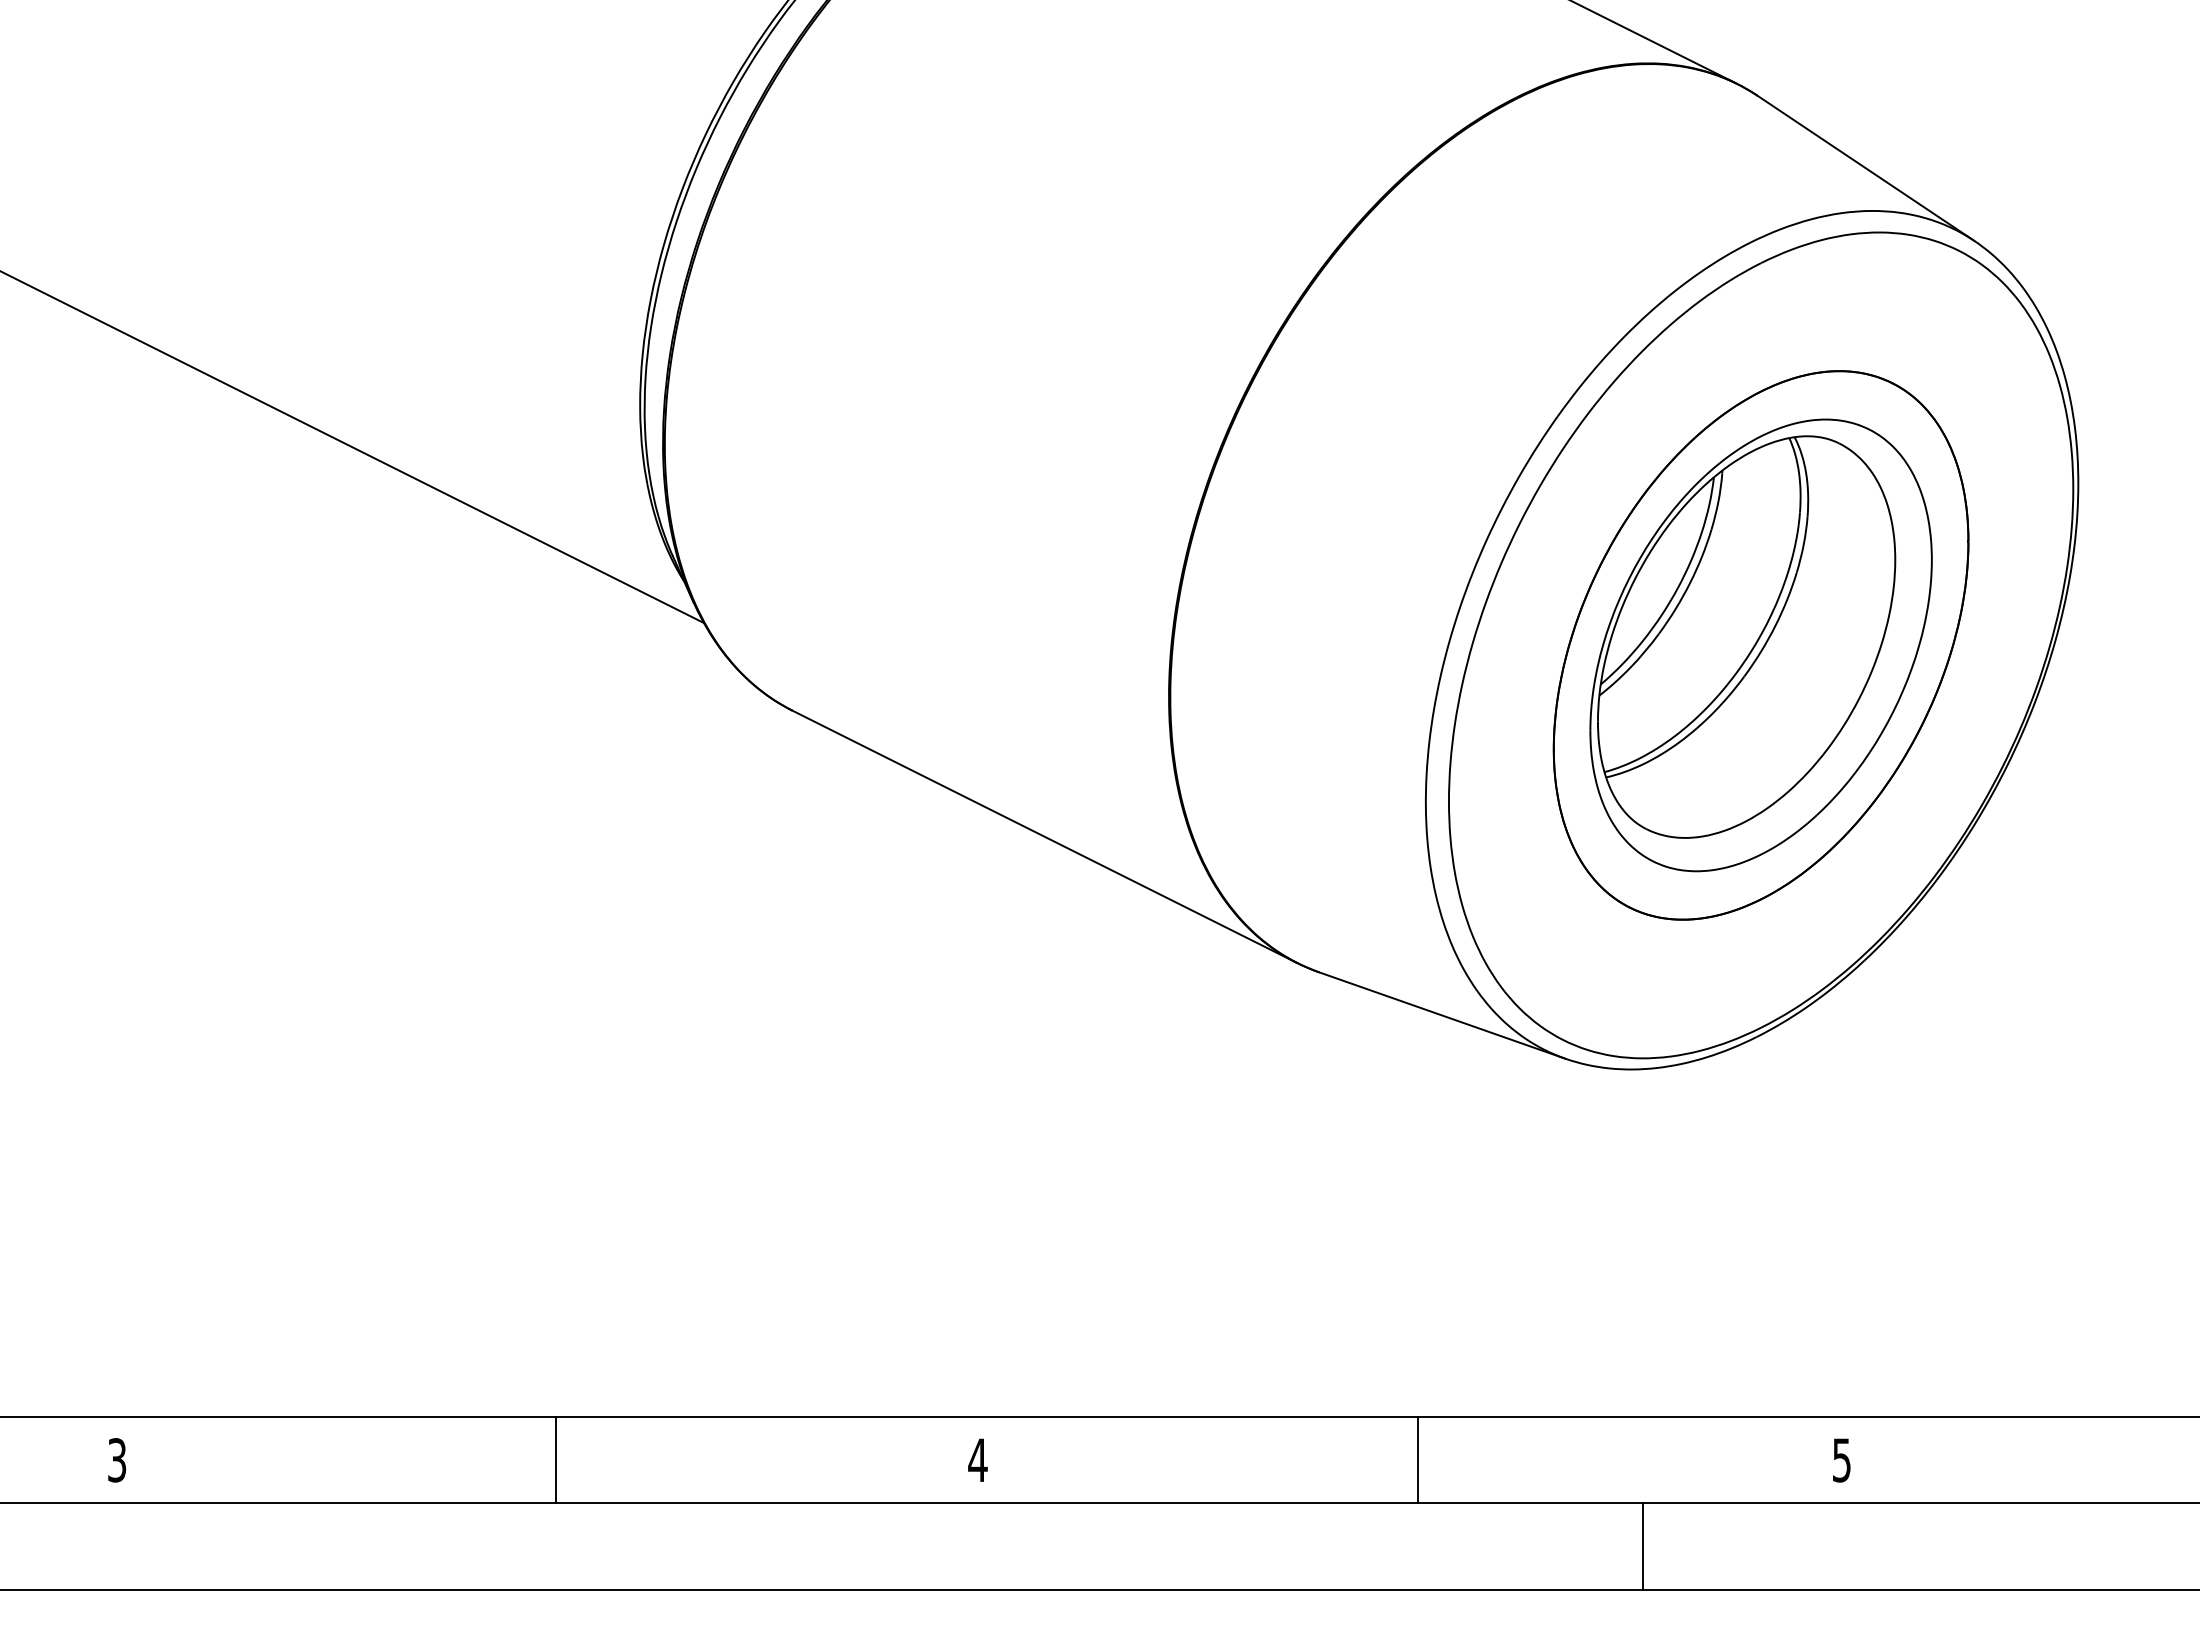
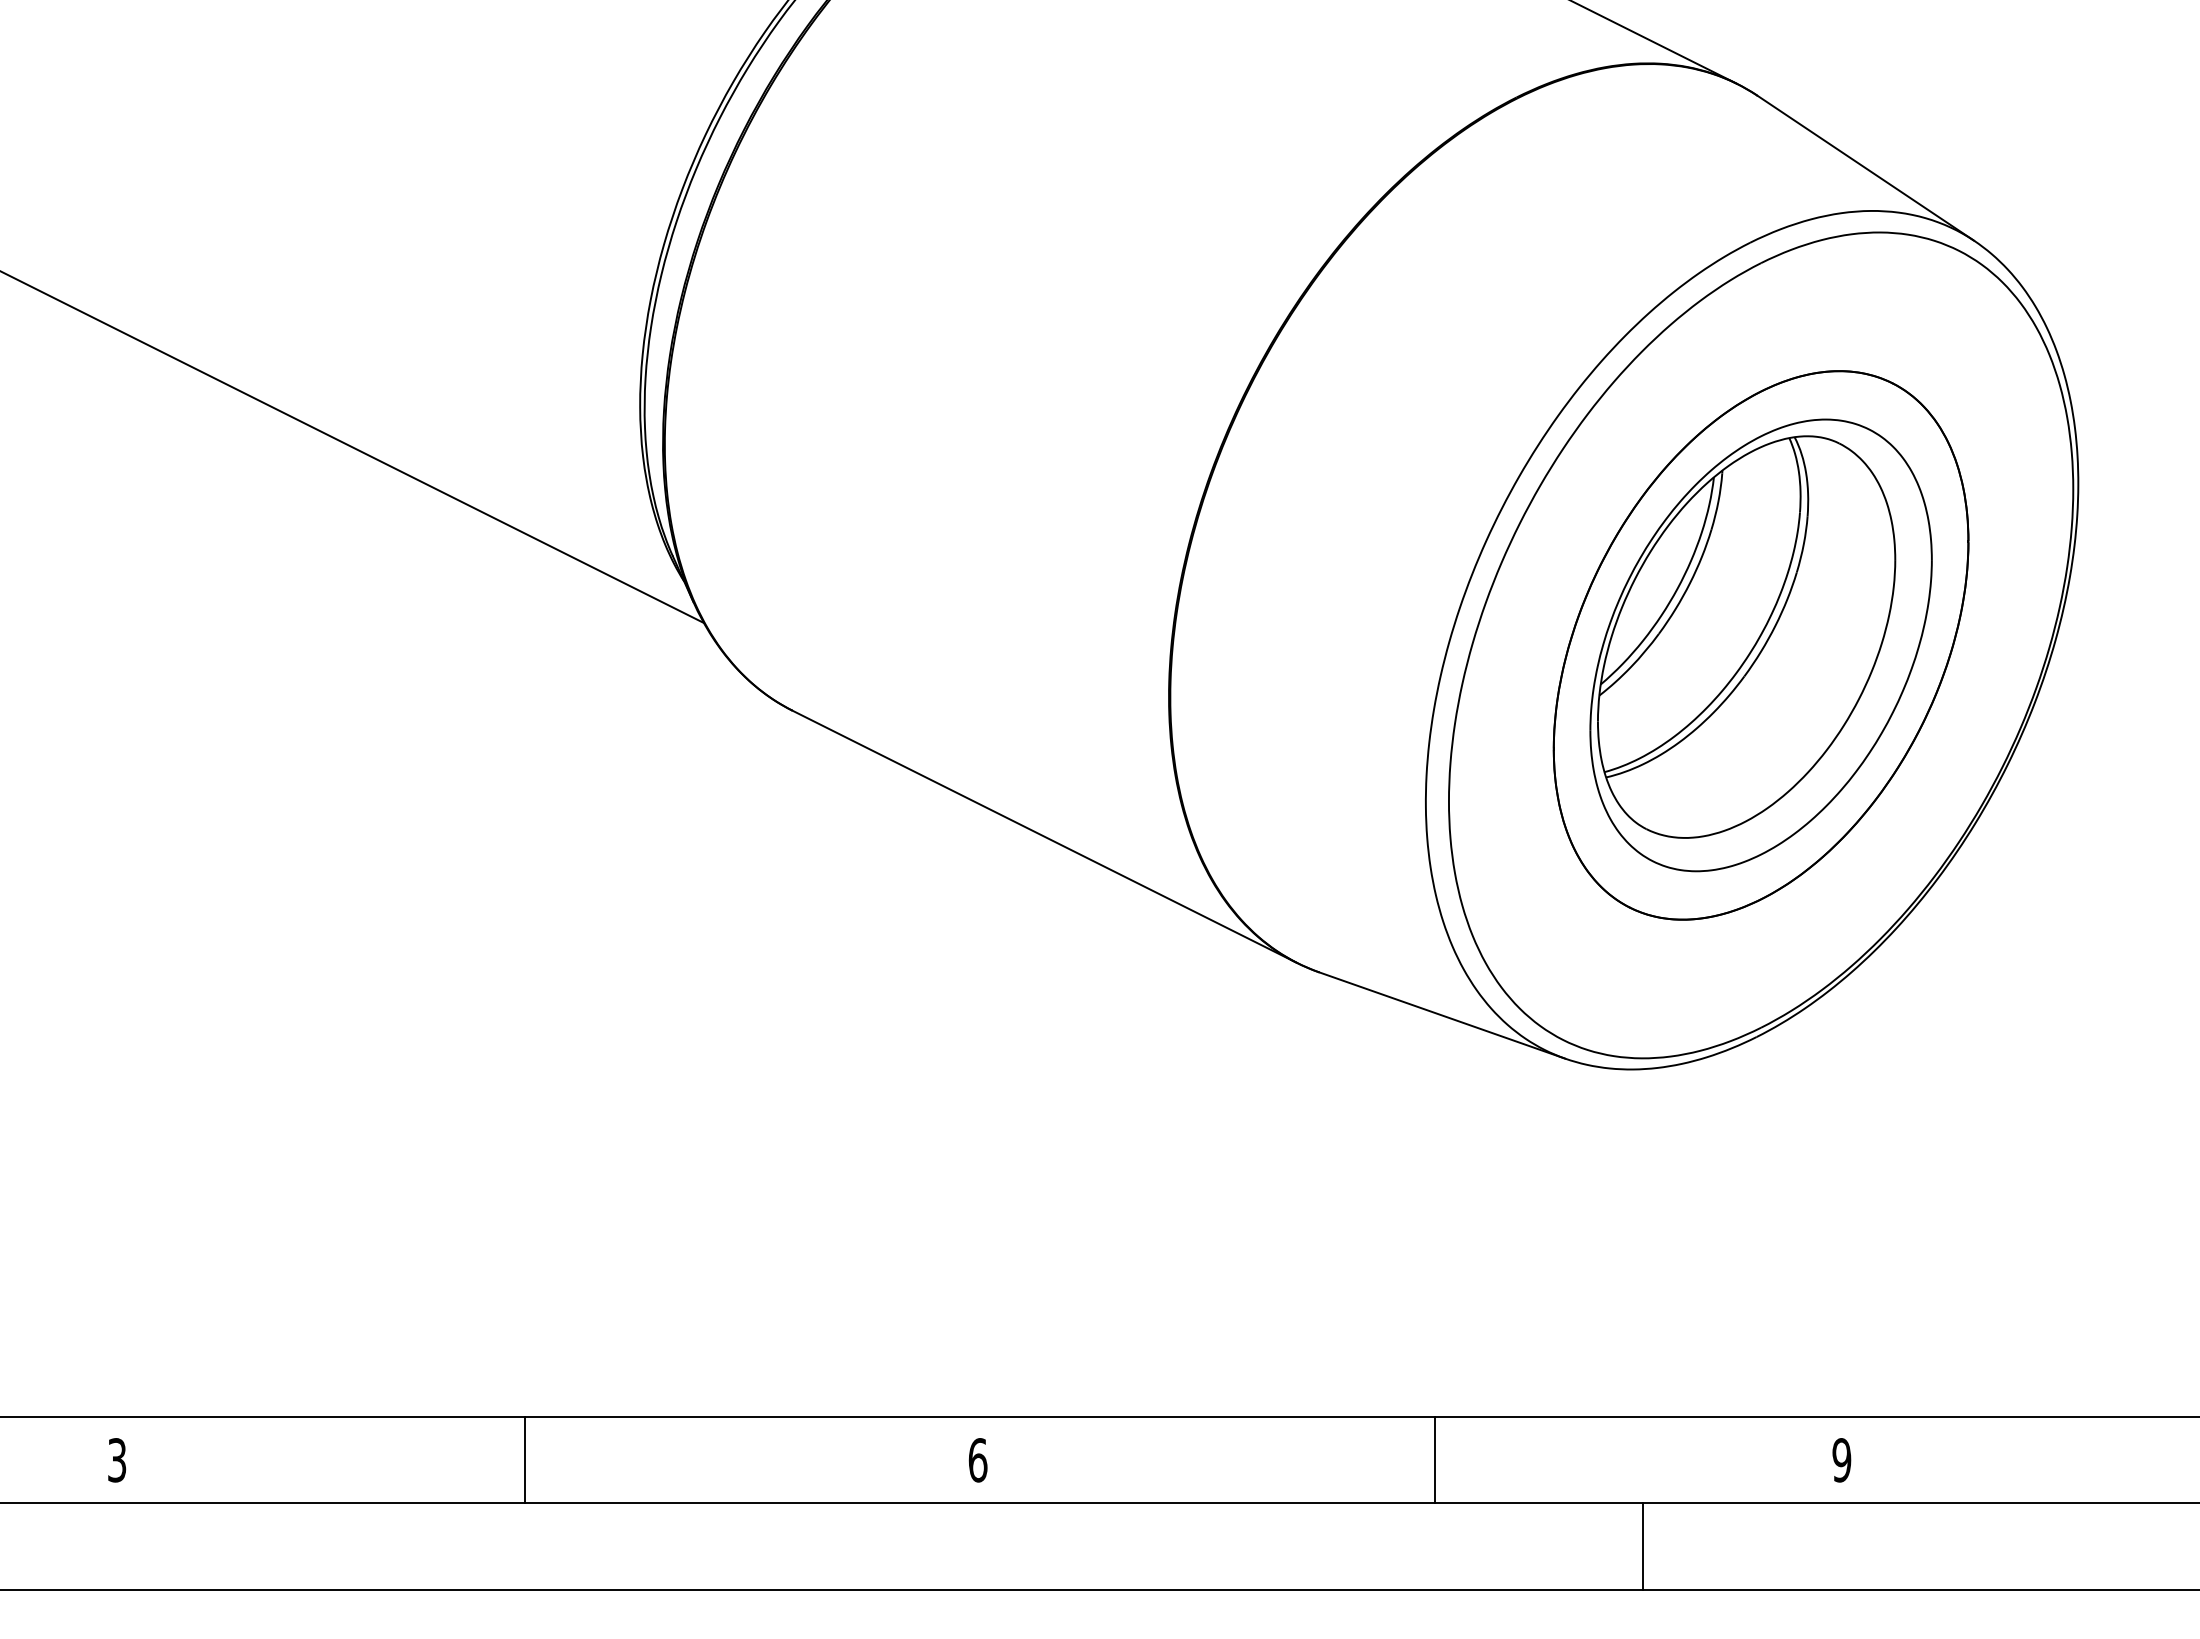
line at (556, 1460) position: (556, 1460) -> (525, 1460)
text at (977, 1460): 4 -> 6
line at (1418, 1460) position: (1418, 1460) -> (1435, 1460)
text at (1841, 1460): 5 -> 9
